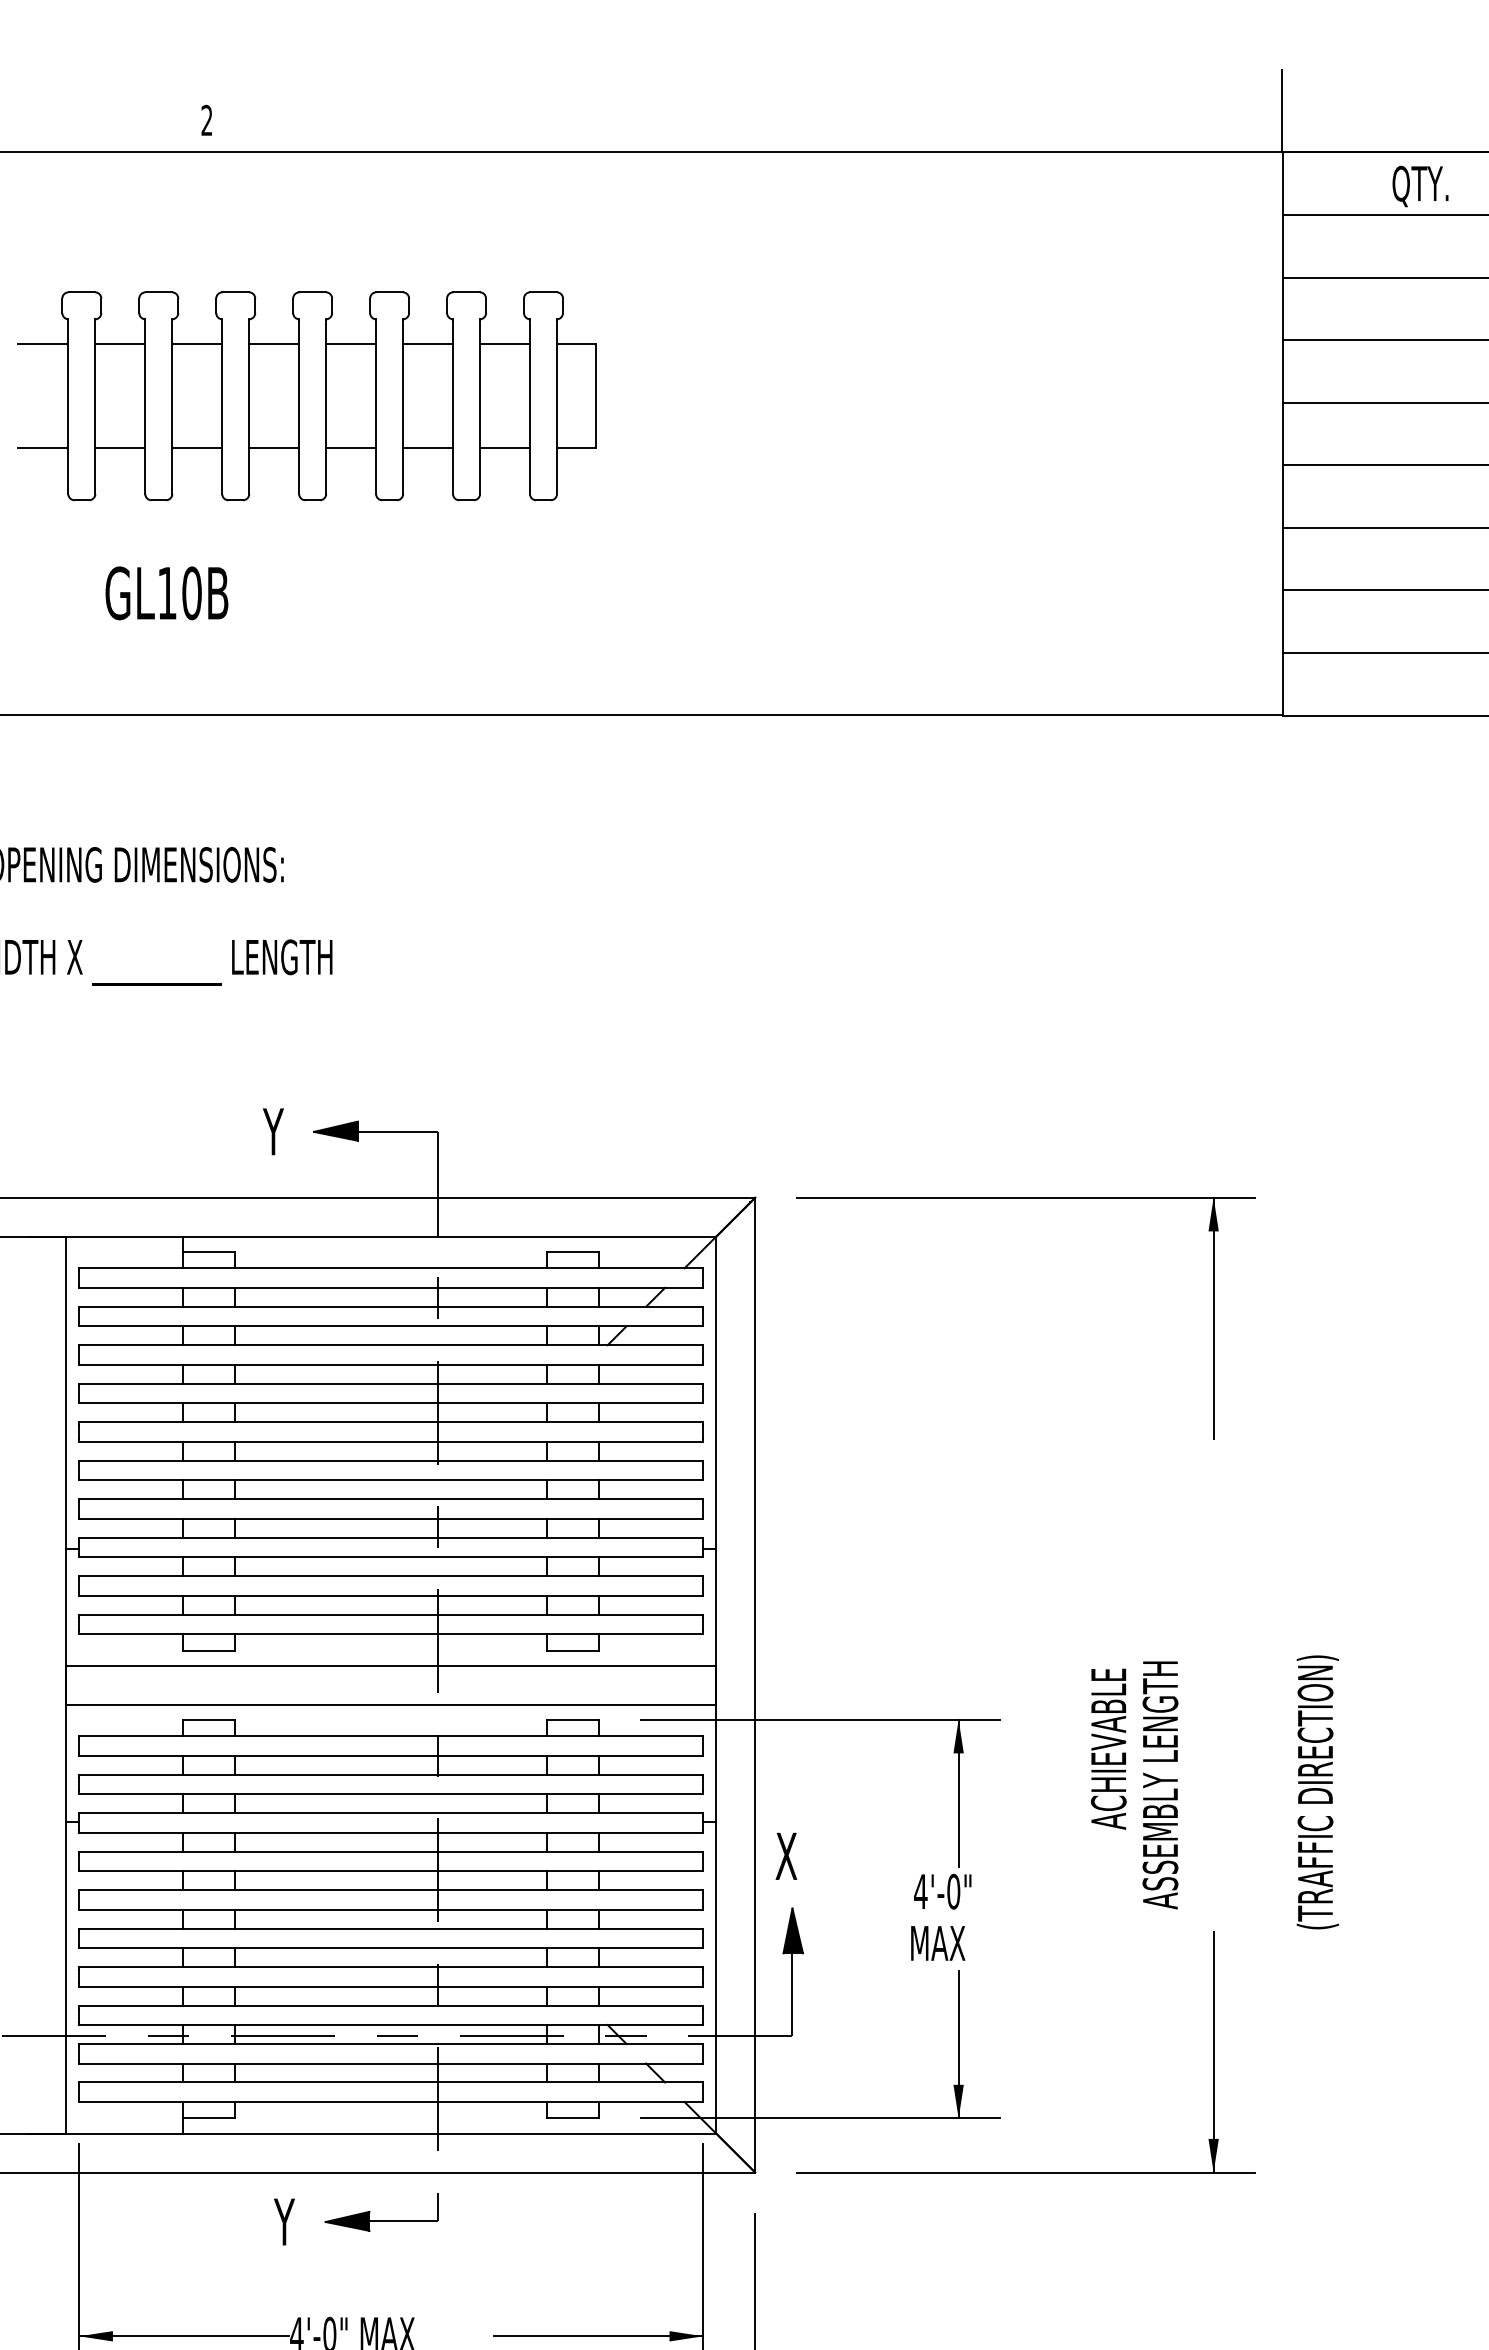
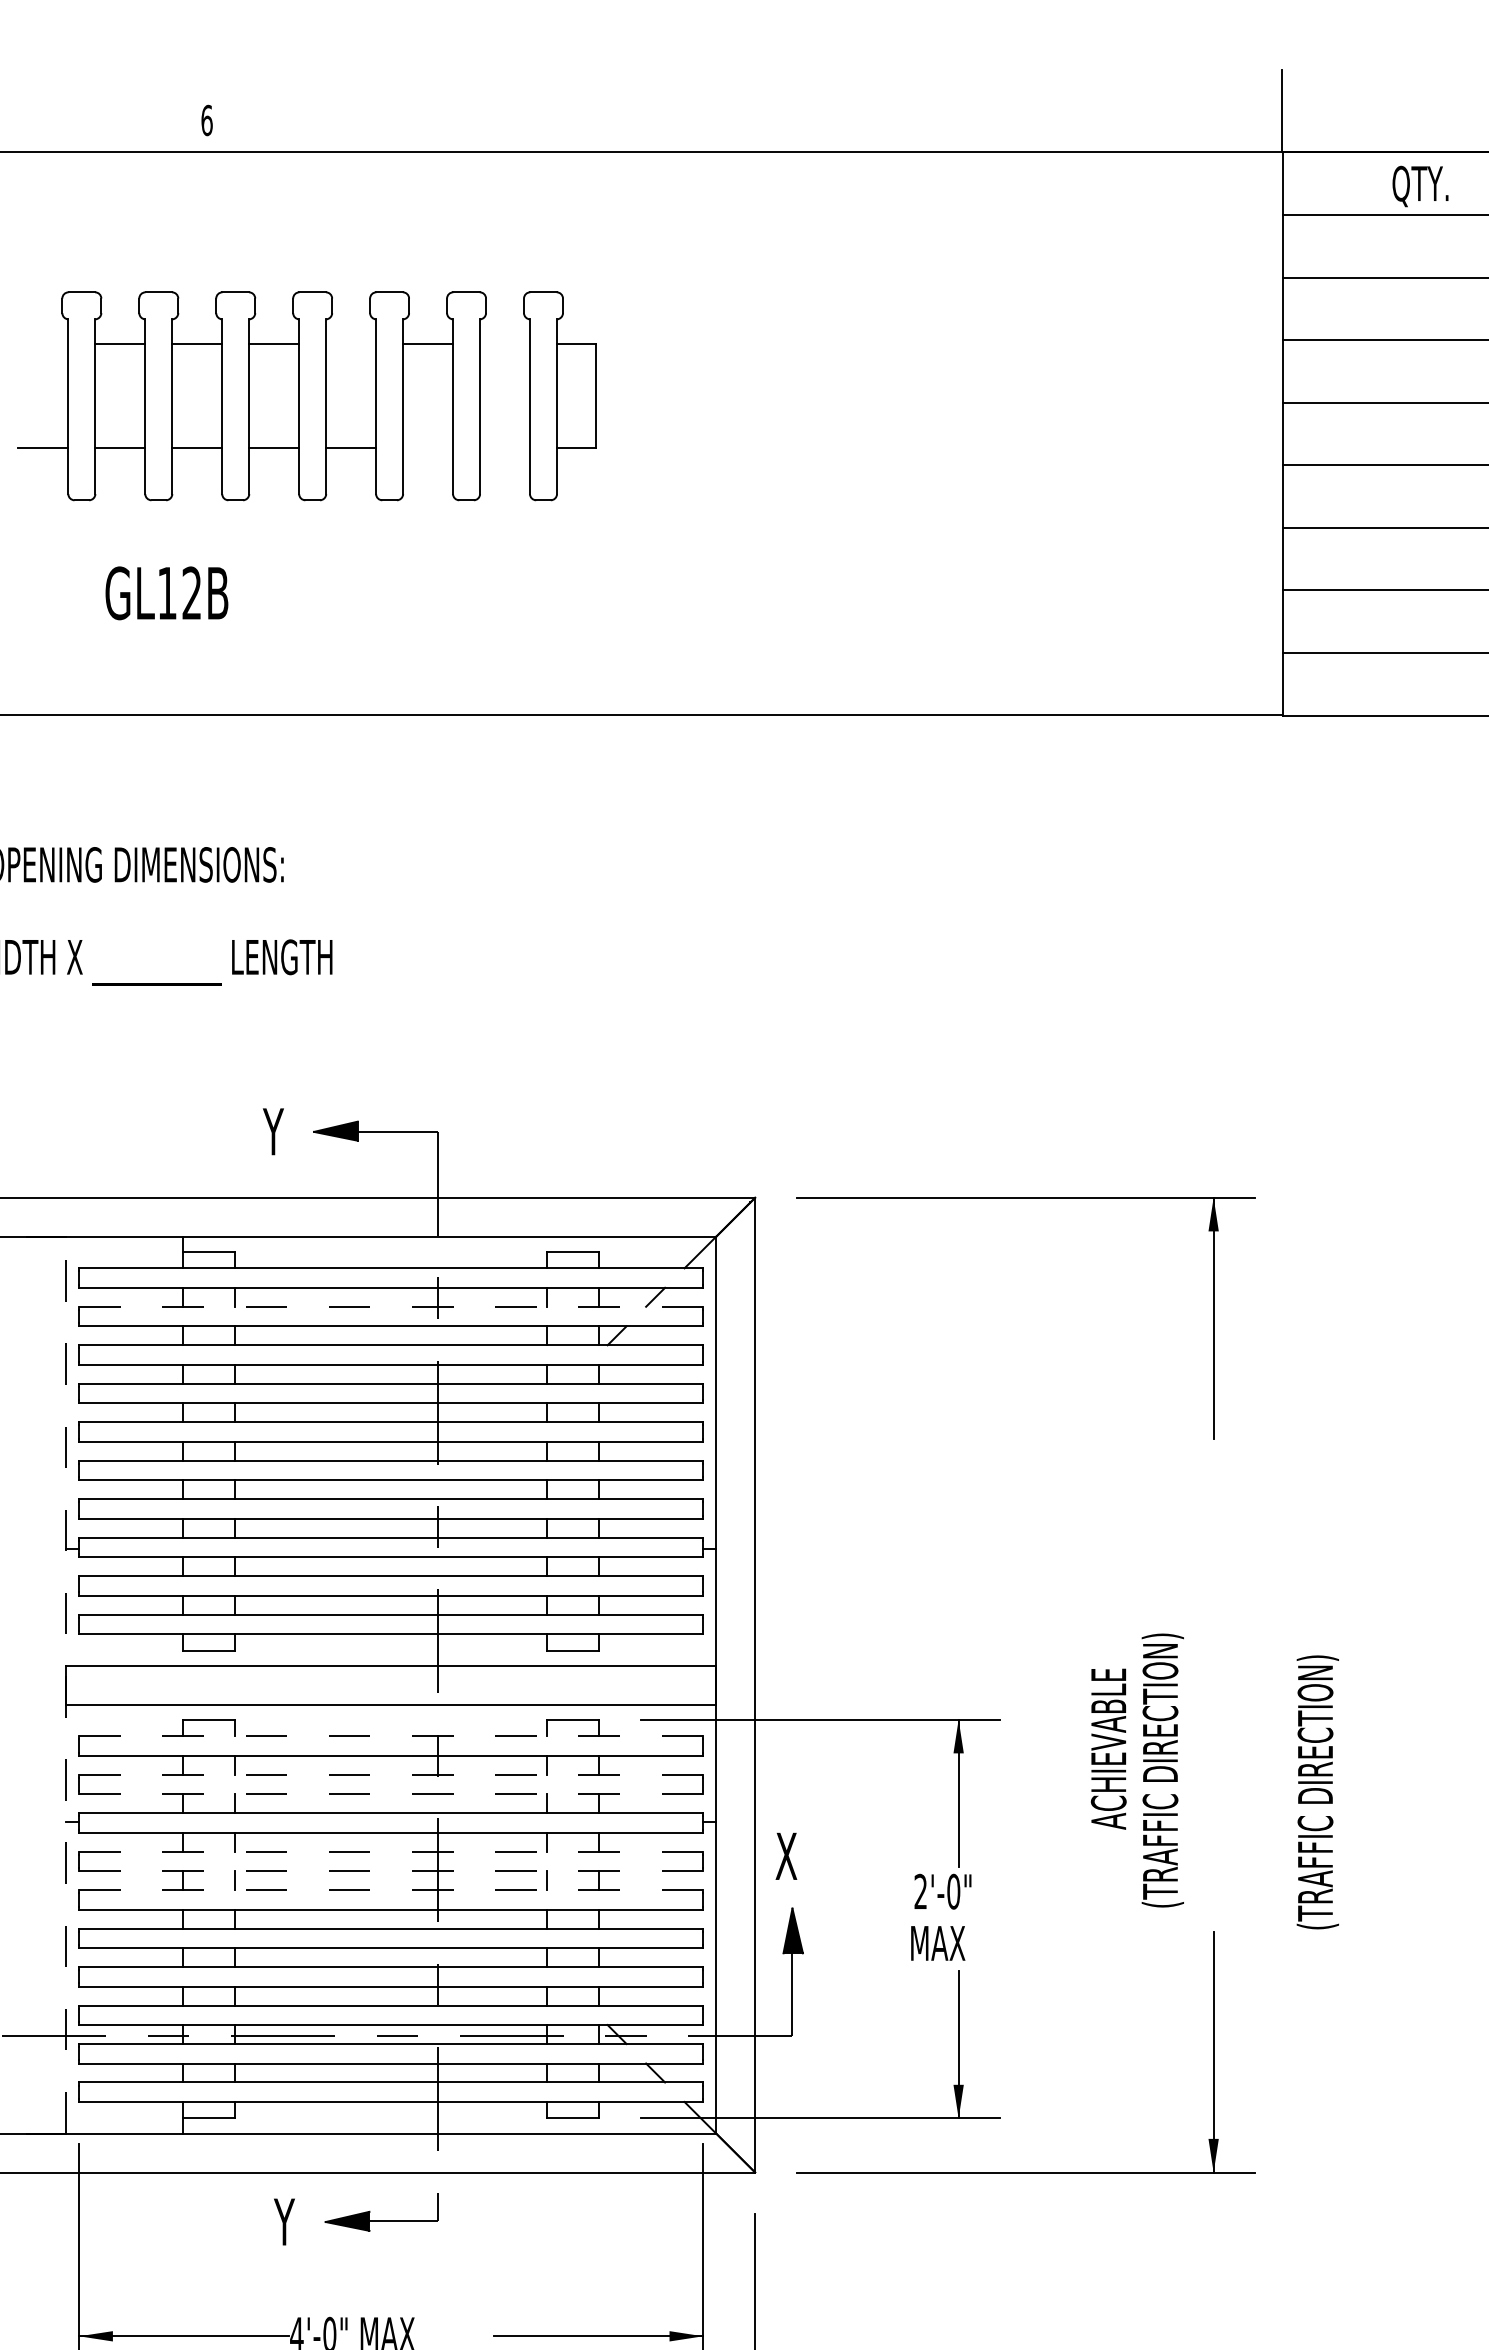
text at (206, 120): 2 -> 6
line at (43, 344): present -> none
line at (351, 344): present -> none
line at (504, 344): present -> none
line at (428, 448): present -> none
line at (504, 448): present -> none
text at (191, 593): GL10B -> GL12B
line at (391, 1306): solid -> dashed
line at (66, 1684): solid -> dashed
line at (391, 1736): solid -> dashed
text at (1162, 1771): ASSEMBLY LENGTH -> (TRAFFIC DIRECTION)
line at (391, 1774): solid -> dashed
line at (391, 1794): solid -> dashed
line at (391, 1851): solid -> dashed
line at (391, 1871): solid -> dashed
line at (391, 1890): solid -> dashed
text at (920, 1890): 4'-0" -> 2'-0"
